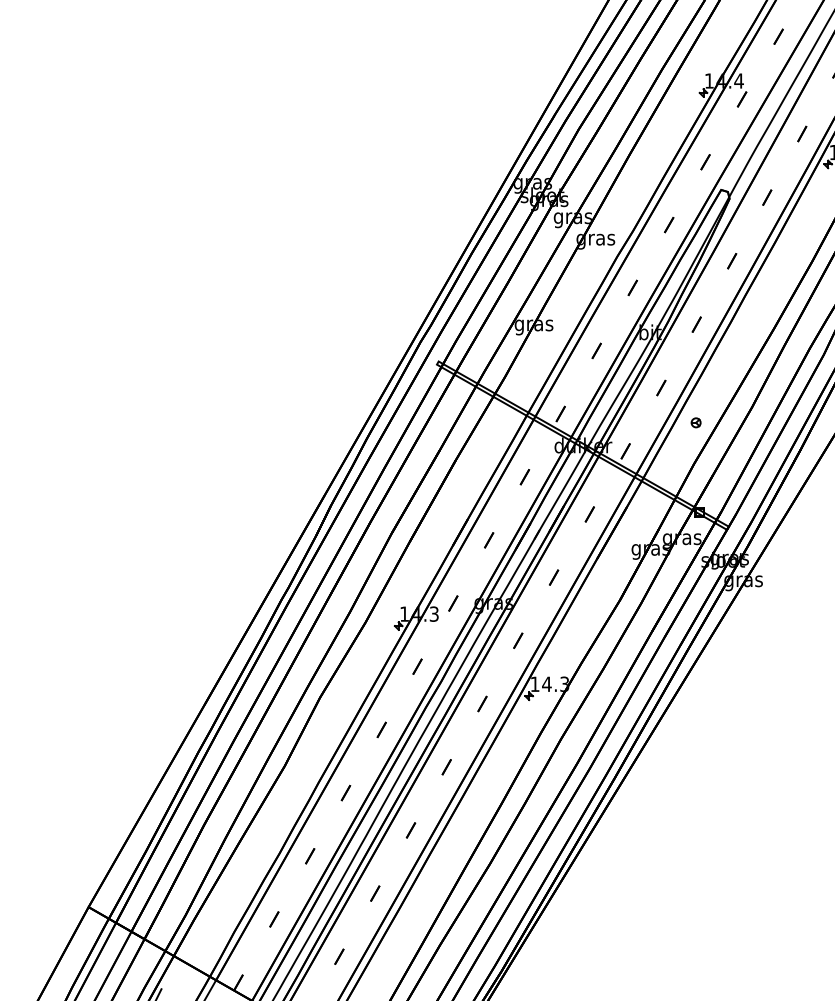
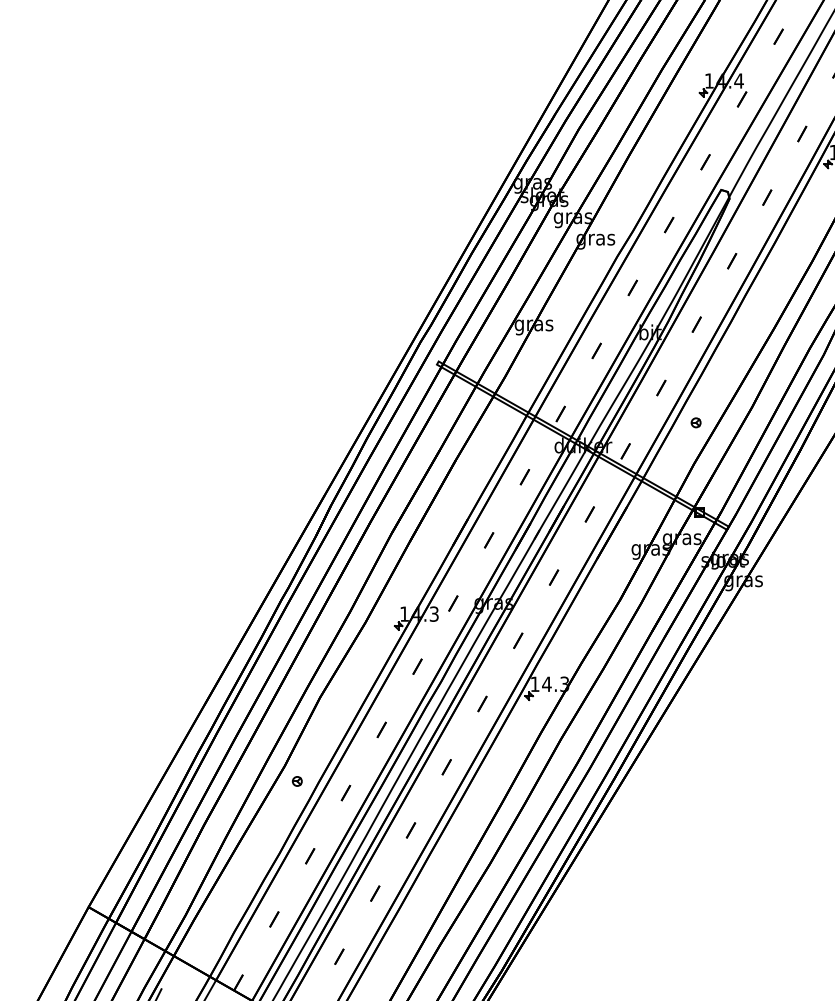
part at (296, 781): none -> present
